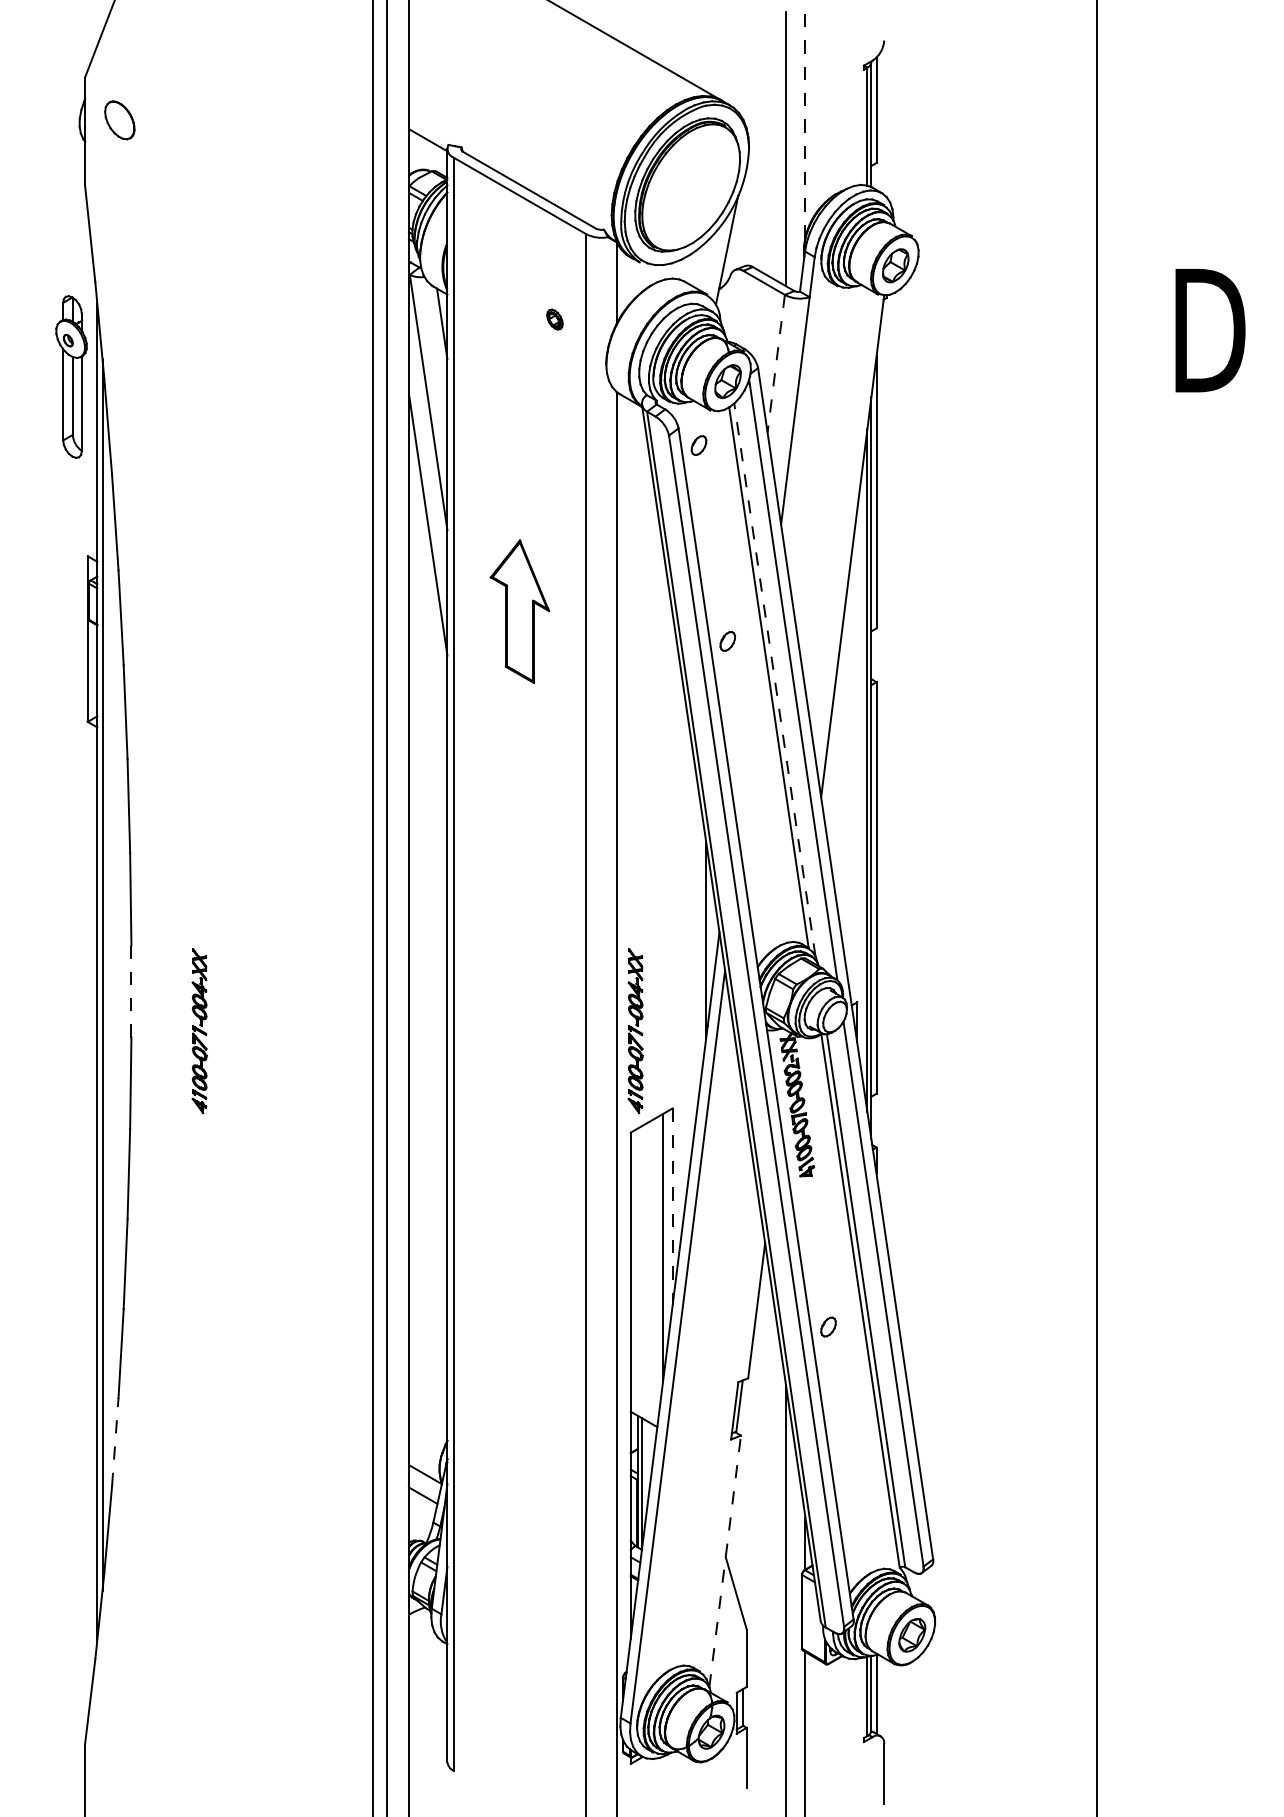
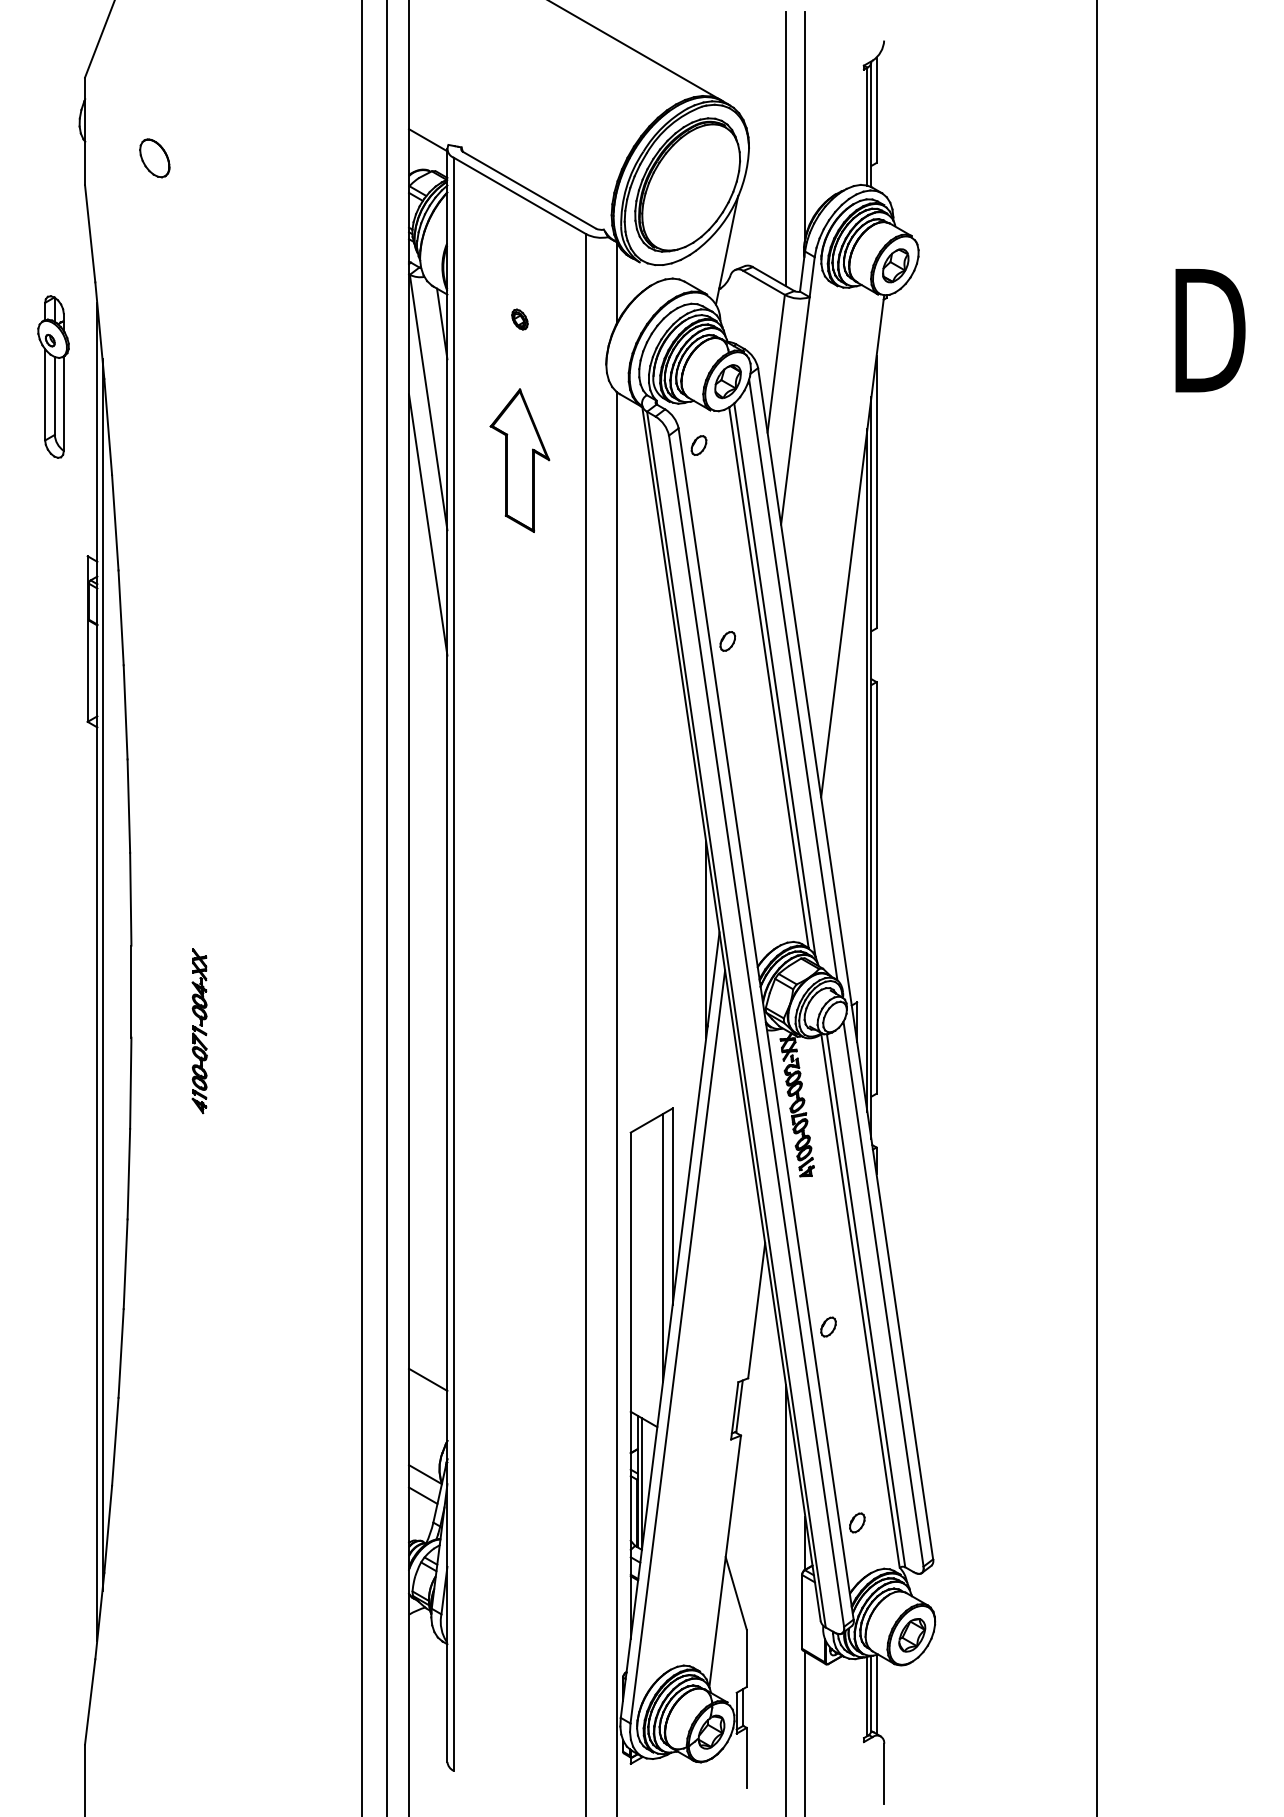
part at (119, 120) position: (119, 120) -> (154, 158)
line at (805, 125): dashed -> solid
part at (554, 319) position: (554, 319) -> (519, 319)
line at (776, 364): dashed -> solid
part at (71, 376) position: (71, 376) -> (53, 376)
part at (519, 611) position: (519, 611) -> (519, 460)
line at (774, 679): dashed -> solid
line at (372, 907) position: (372, 907) -> (361, 907)
line at (131, 991): dashed -> solid
part at (635, 1031): present -> none
line at (672, 1207): dashed -> solid
line at (428, 1379): none -> present
line at (115, 1441): dashed -> solid
part at (857, 1522): none -> present
line at (725, 1561): dashed -> solid
